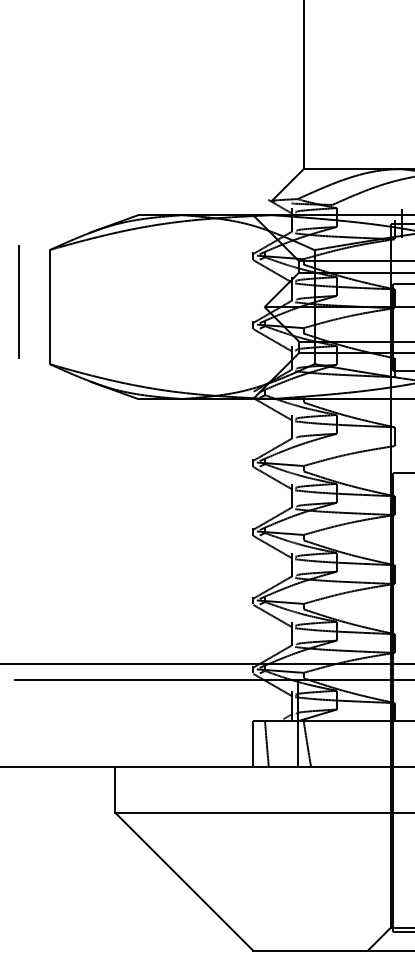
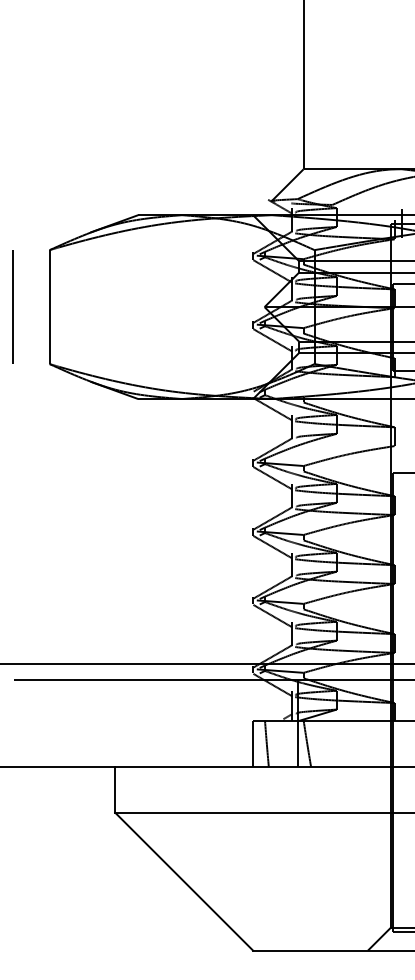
line at (18, 301) position: (18, 301) -> (12, 306)
